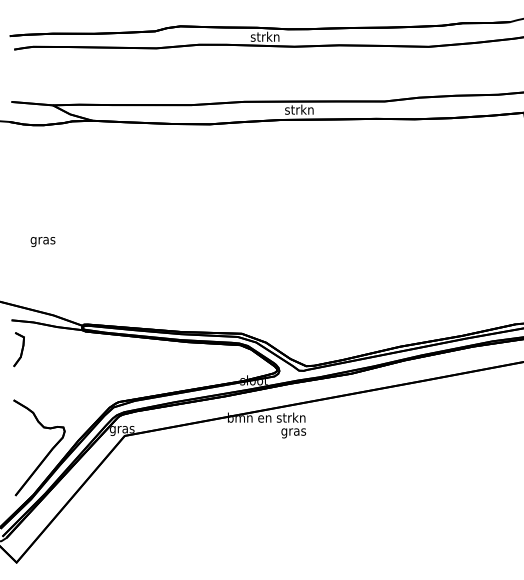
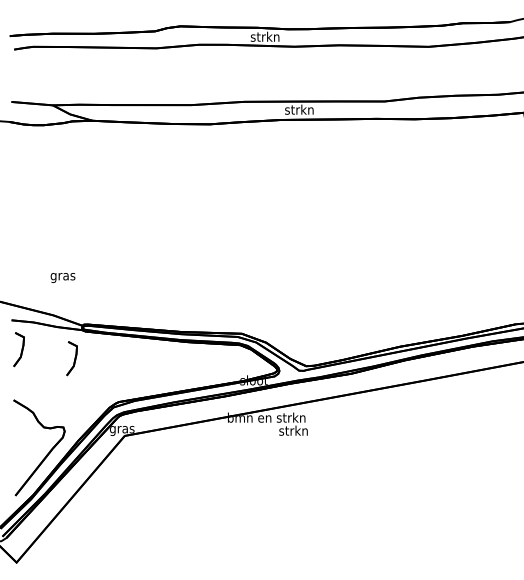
text at (42, 241) position: (42, 241) -> (62, 277)
part at (71, 358): none -> present
text at (293, 431): gras -> strkn
